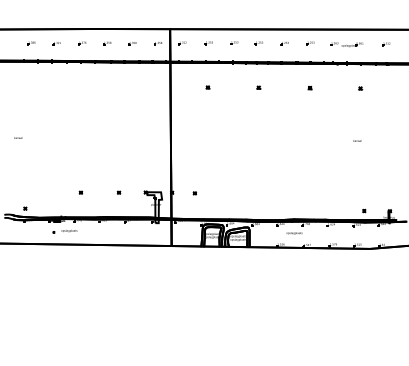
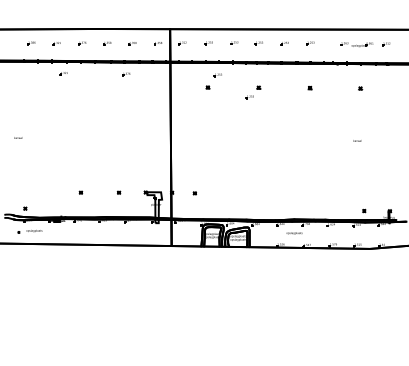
part at (346, 44) position: (346, 44) -> (356, 44)
part at (63, 73): none -> present
part at (126, 74): none -> present
part at (217, 75): none -> present
part at (249, 97): none -> present
part at (64, 231) position: (64, 231) -> (29, 231)
